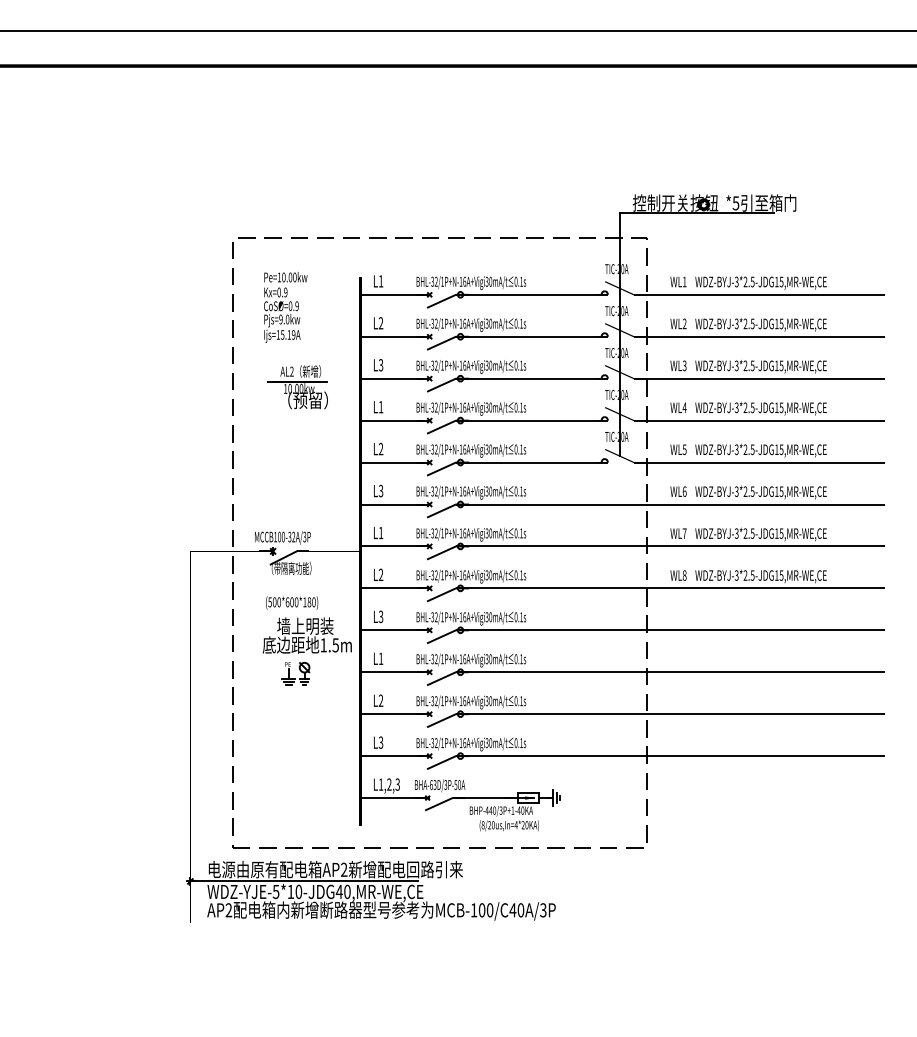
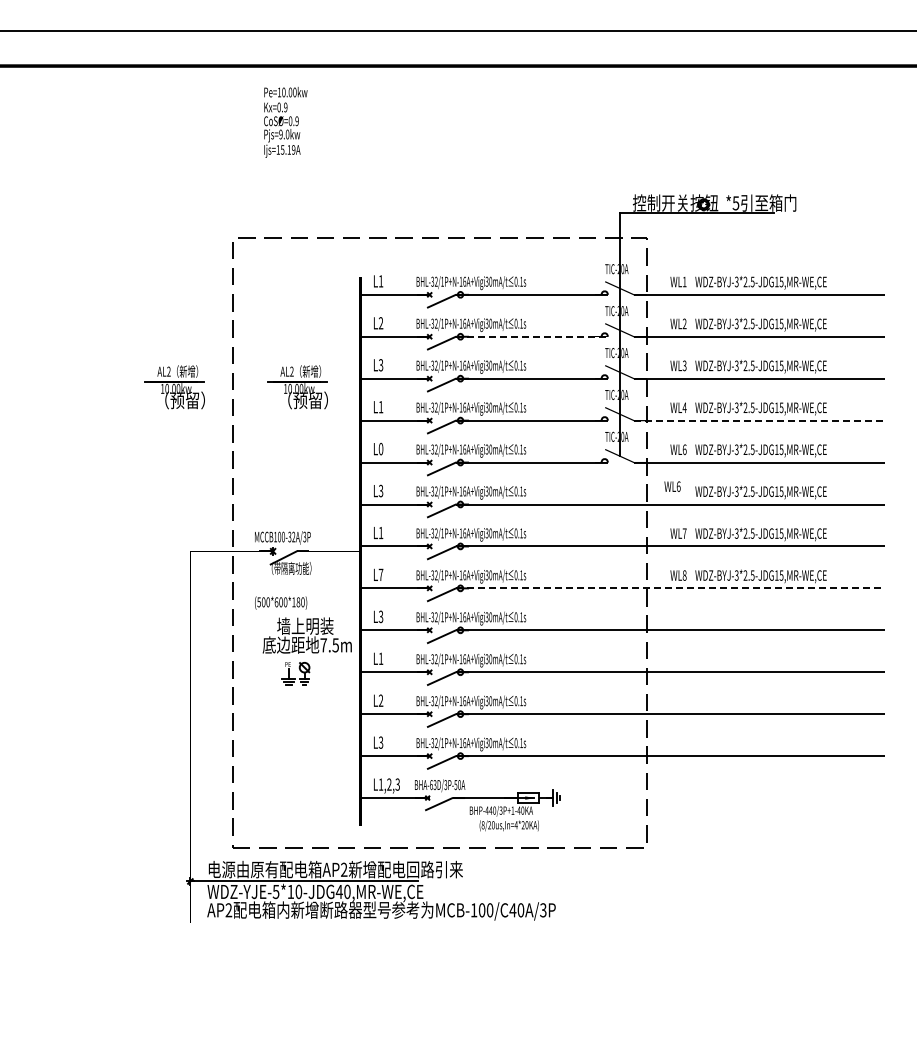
text at (285, 307) position: (285, 307) -> (285, 122)
line at (531, 336): solid -> dashed
part at (174, 387): none -> present
line at (759, 420): solid -> dashed
text at (380, 449): L2 -> L0
text at (684, 449): WL5 -> WL6
text at (678, 491) position: (678, 491) -> (672, 486)
text at (380, 574): L2 -> L7
line at (670, 588): solid -> dashed
text at (292, 602) position: (292, 602) -> (281, 602)
text at (323, 645): 1.5m -> 7.5m
